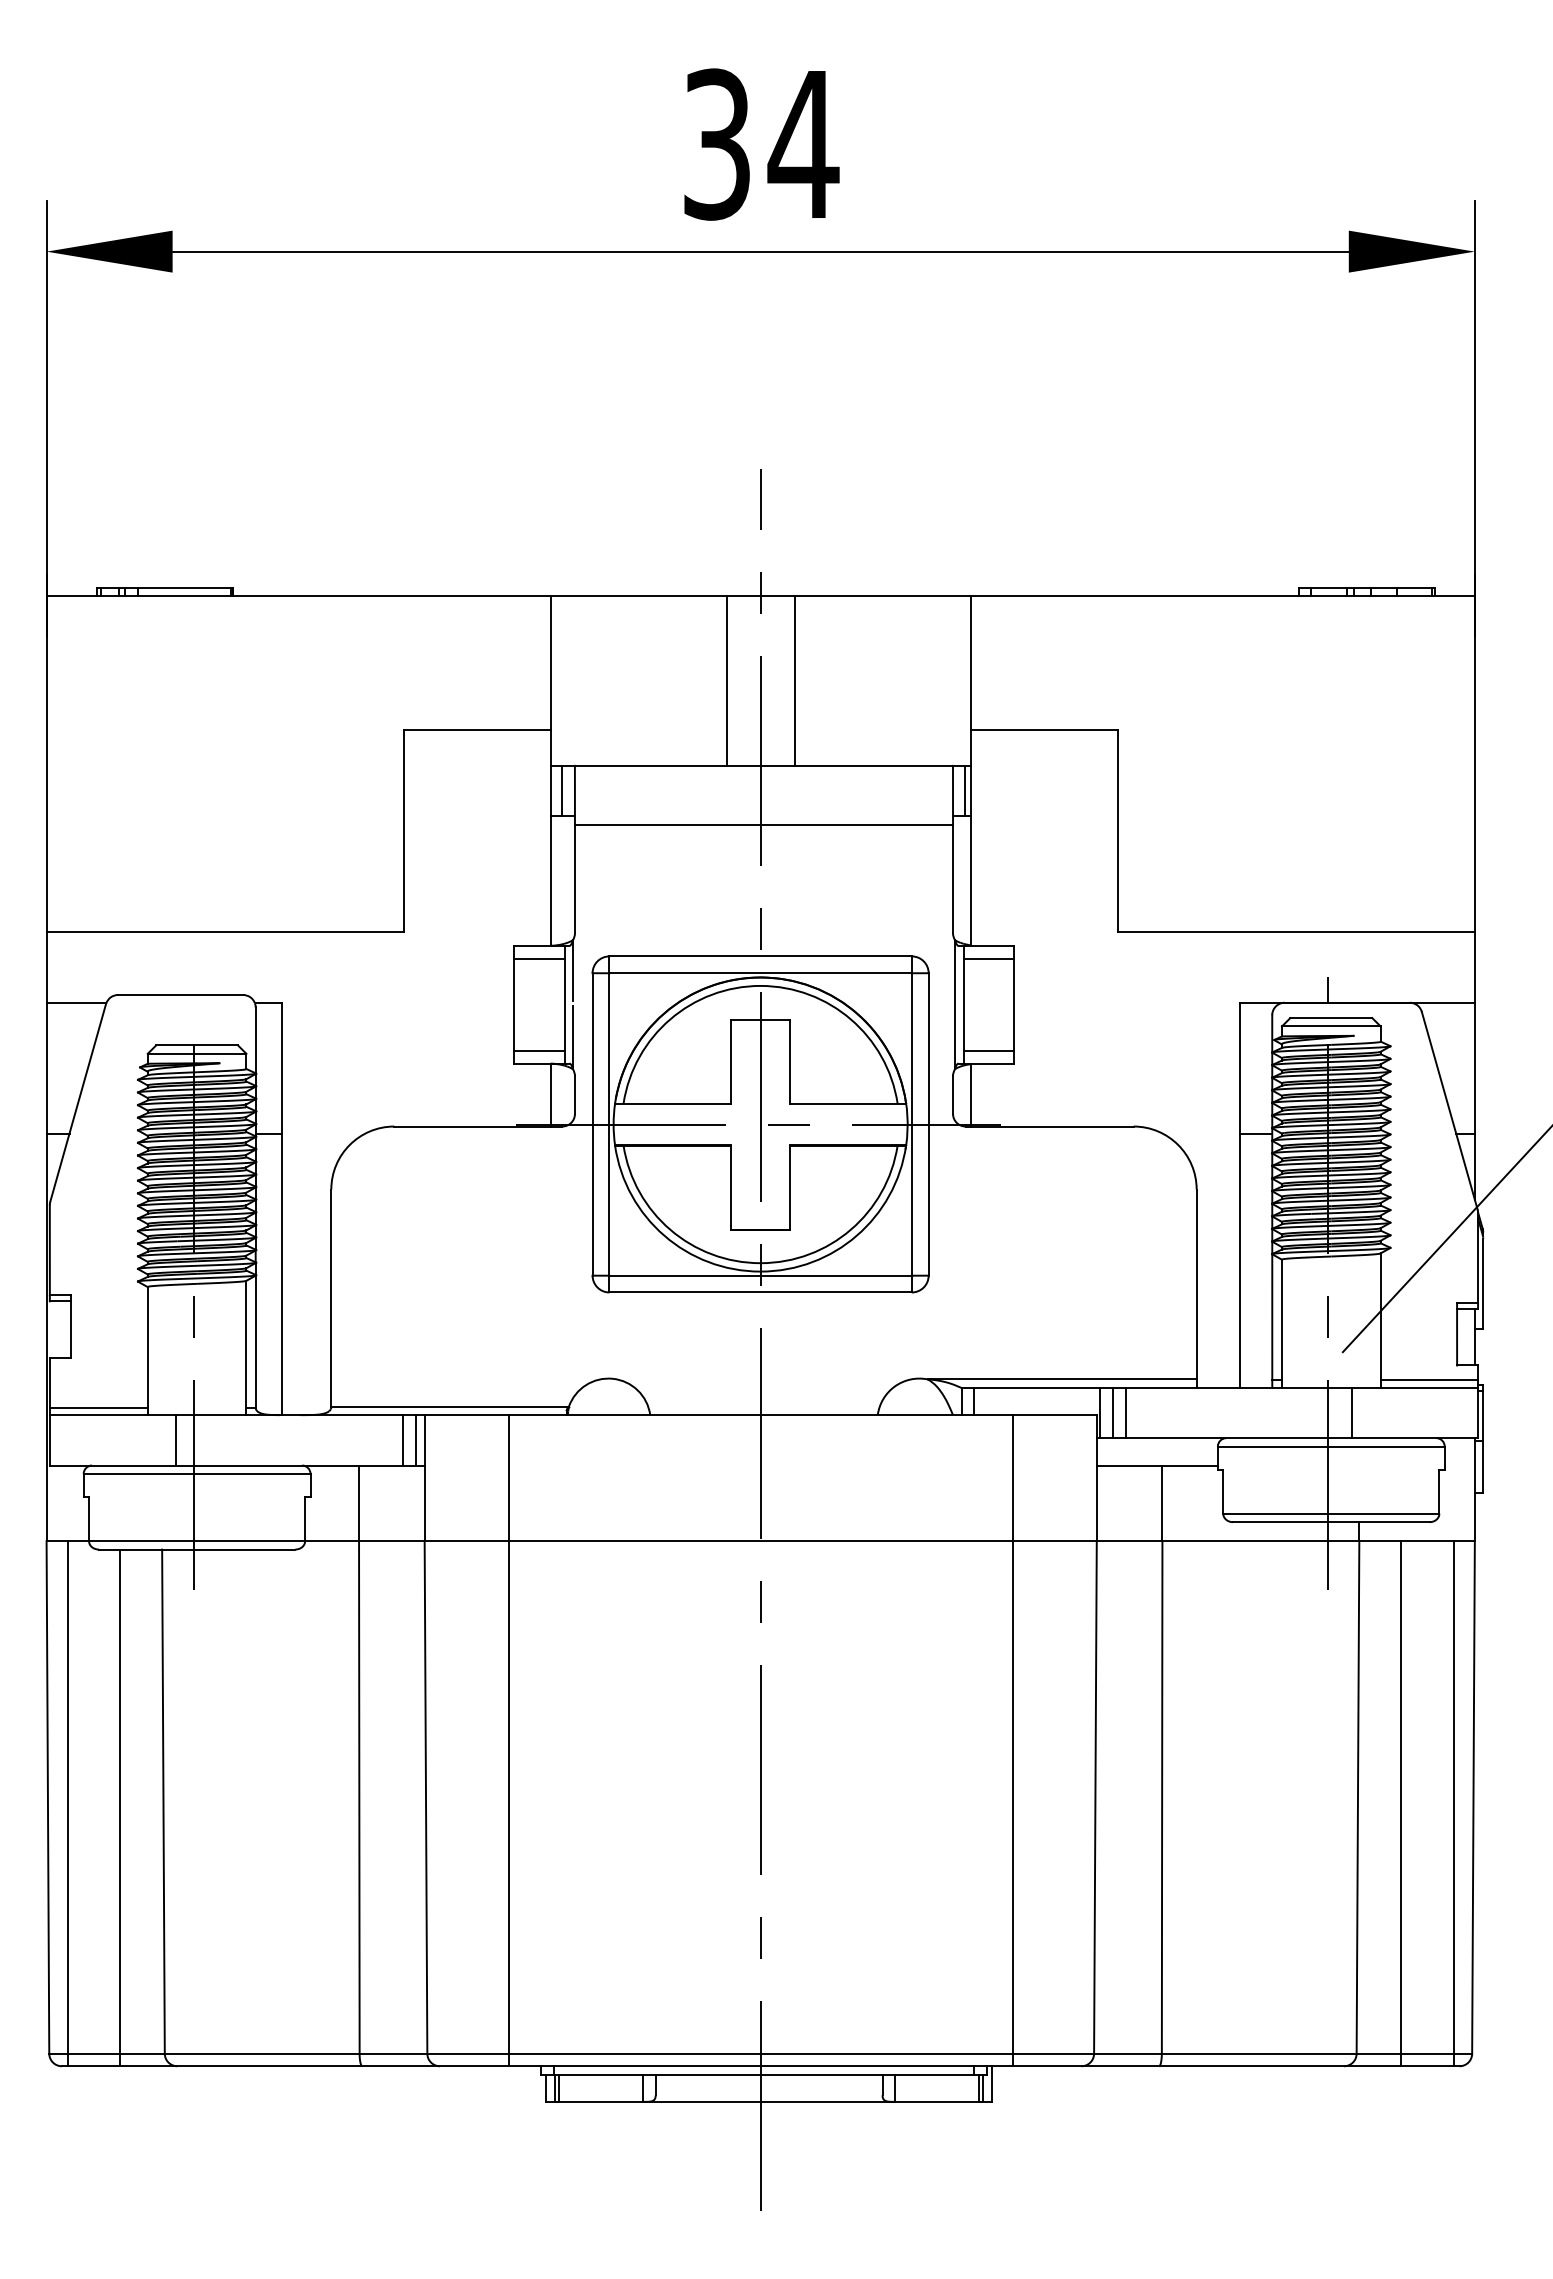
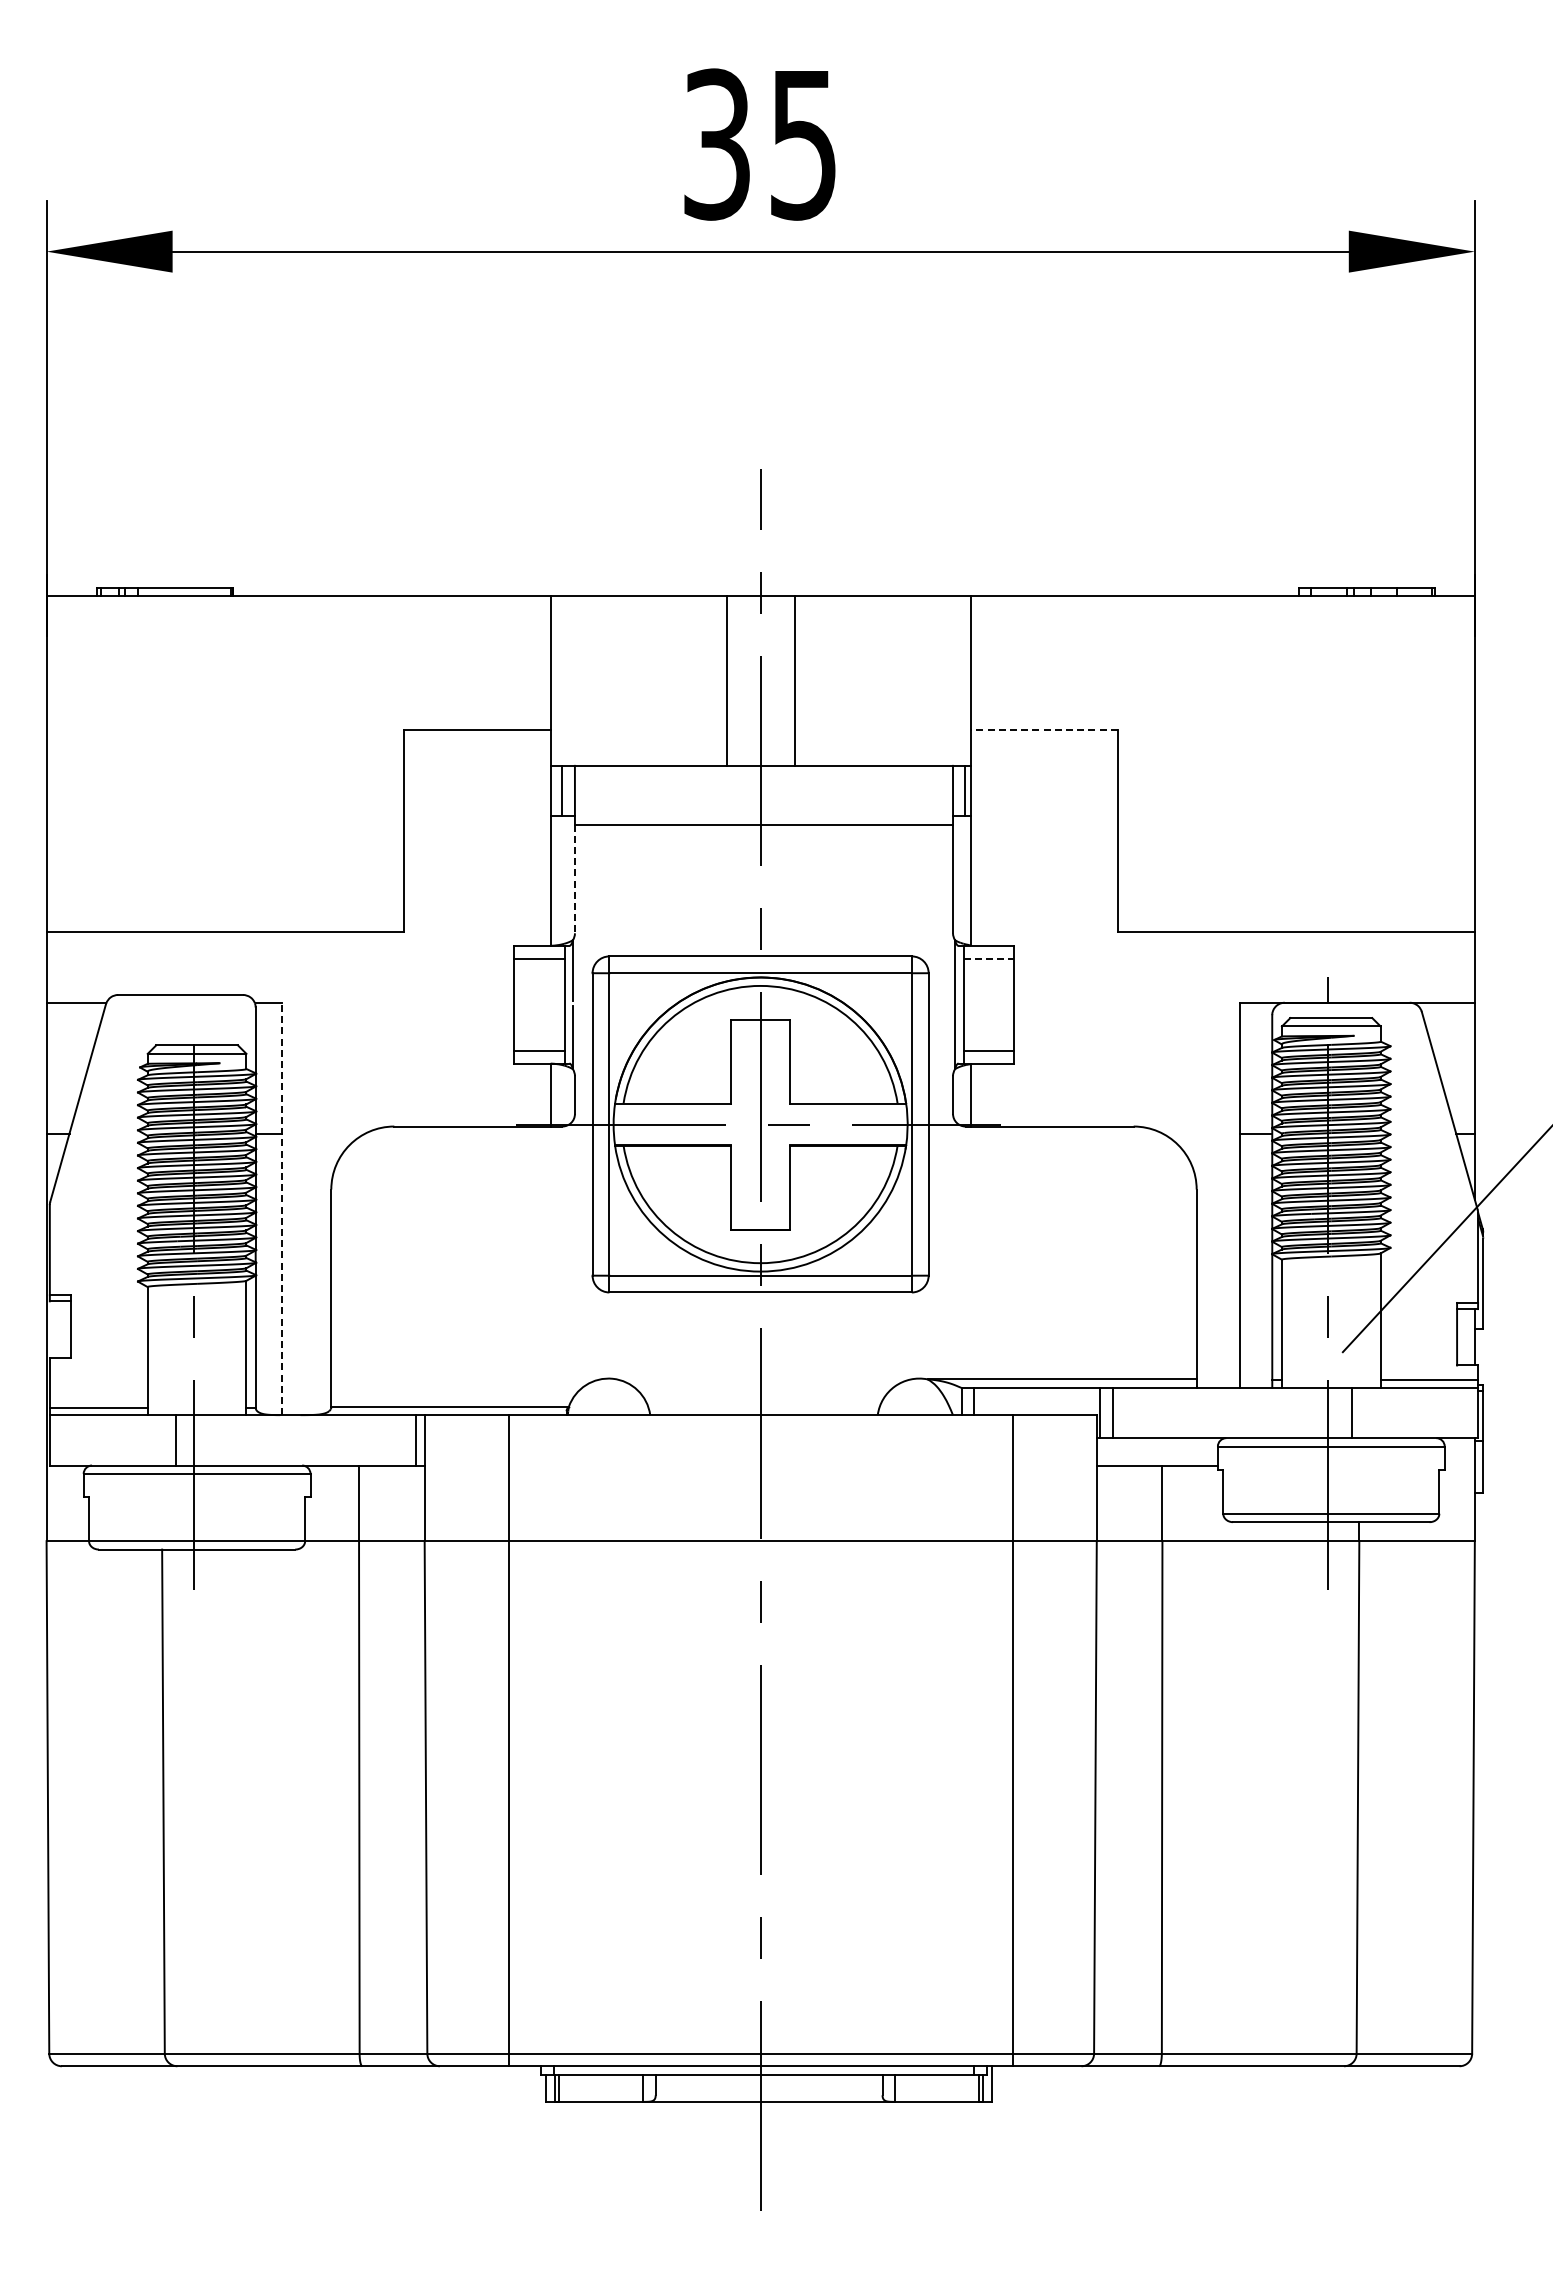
text at (803, 145): 34 -> 35
line at (1044, 730): solid -> dashed
line at (574, 879): solid -> dashed
line at (989, 958): solid -> dashed
line at (281, 1209): solid -> dashed
line at (1125, 1412): present -> none
line at (403, 1440): present -> none
line at (67, 1803): present -> none
line at (1401, 1803): present -> none
line at (1453, 1803): present -> none
line at (120, 1807): present -> none
